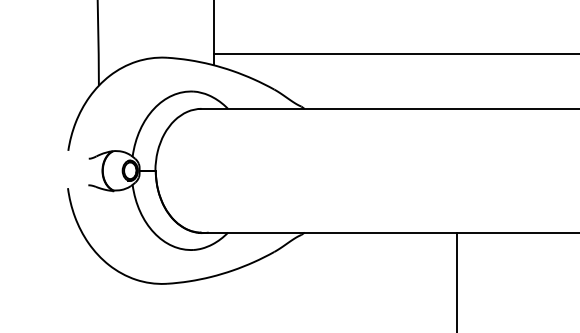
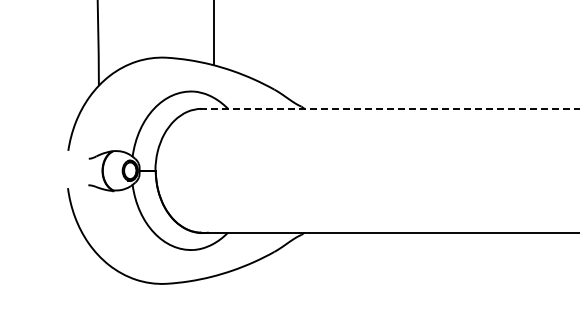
line at (394, 54): present -> none
line at (388, 108): solid -> dashed
line at (456, 280): present -> none
